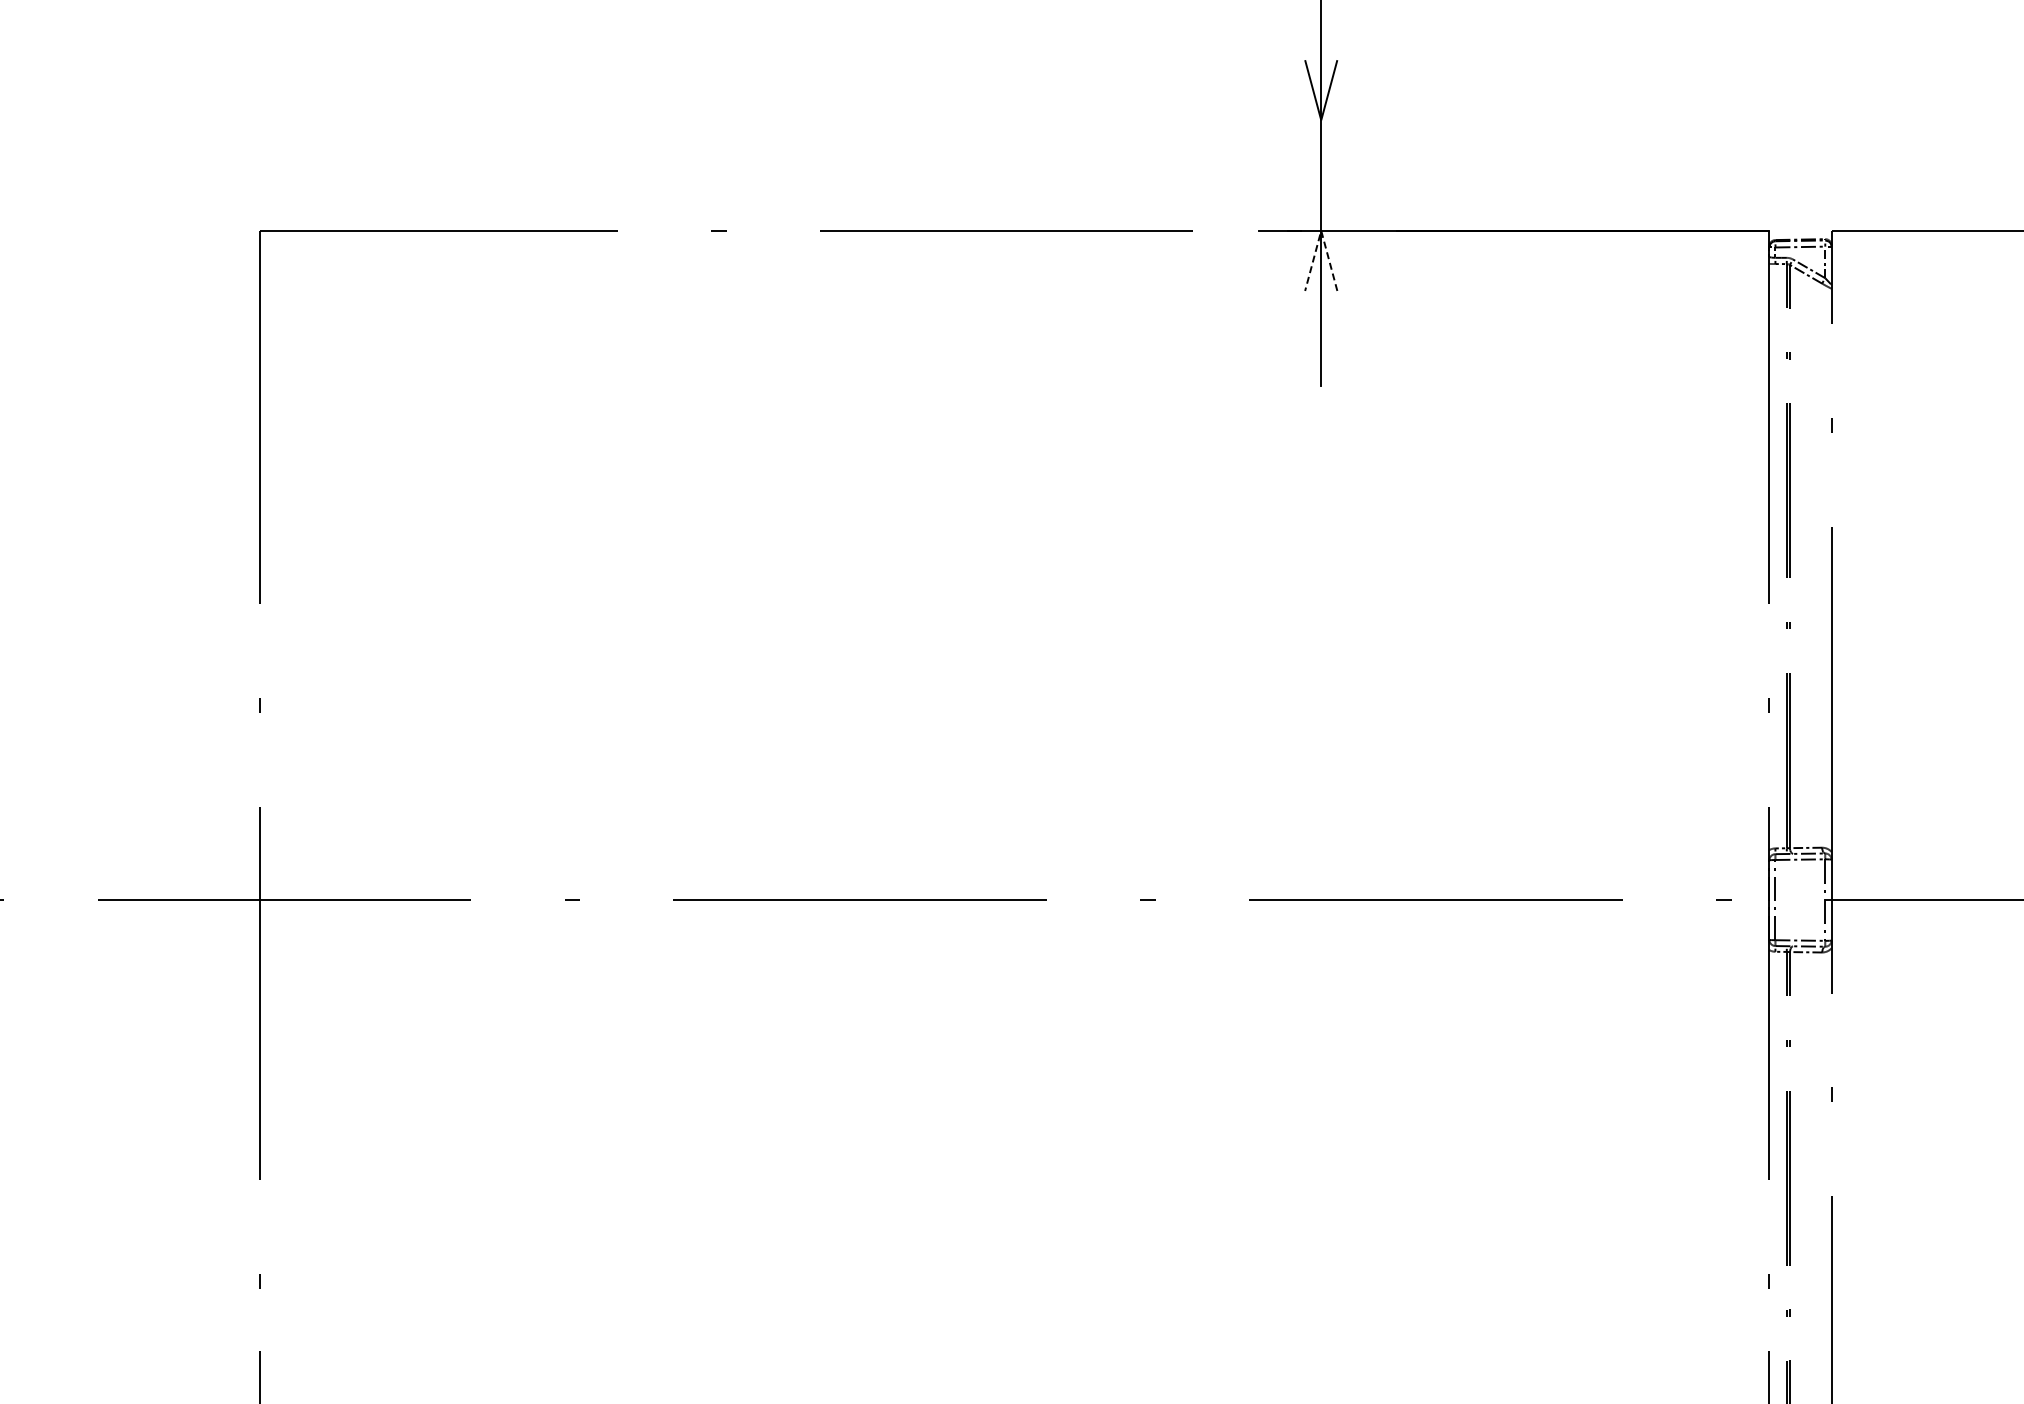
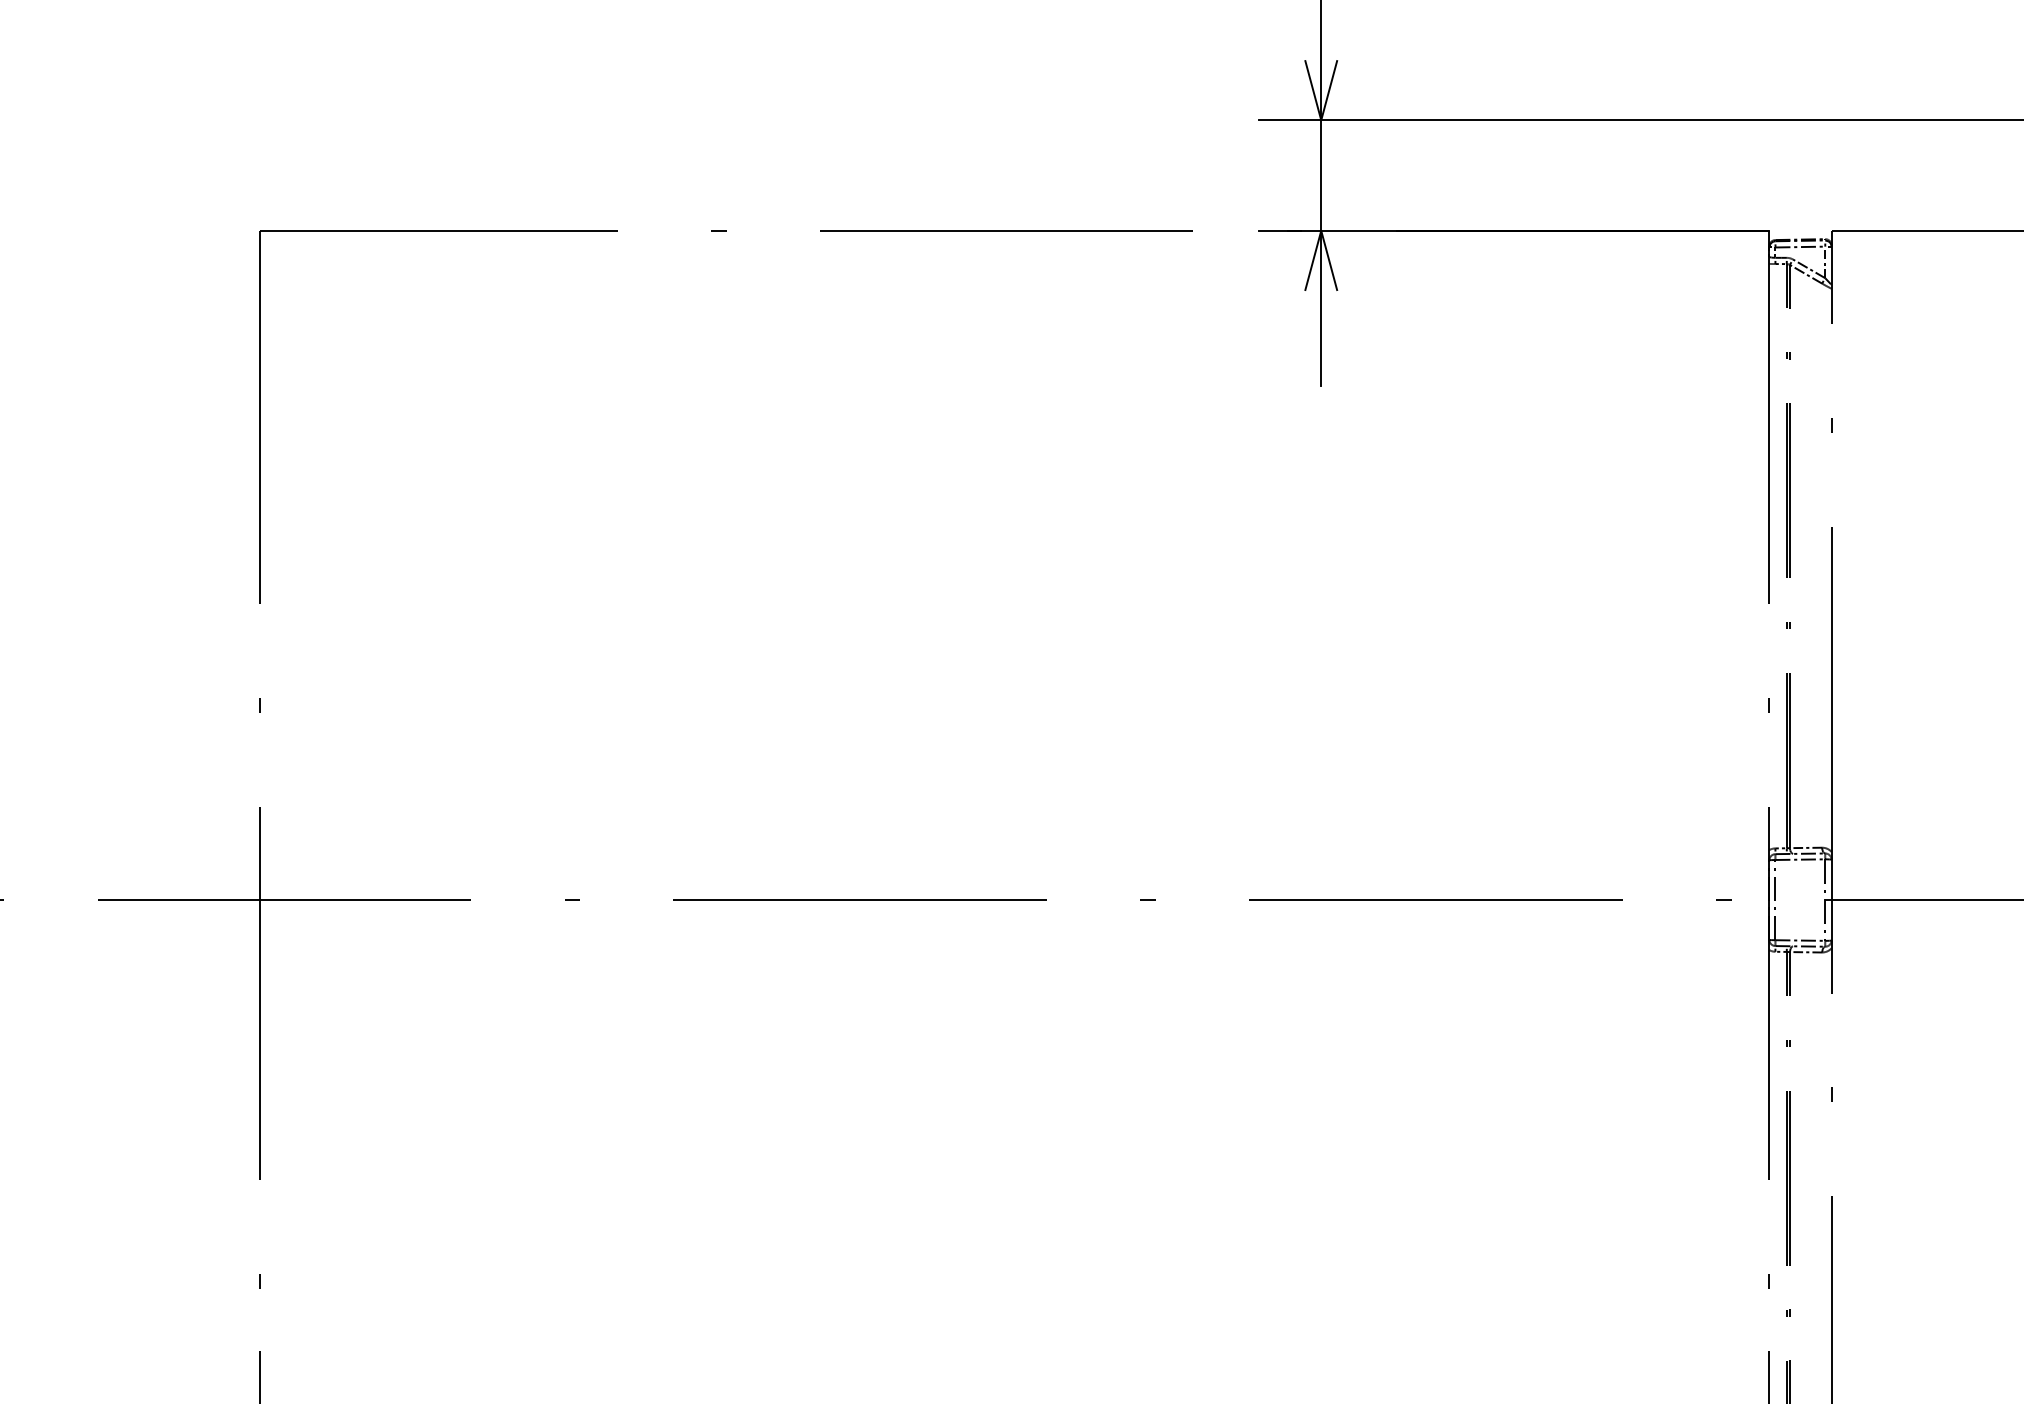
line at (1639, 120): none -> present
line at (1321, 230): dashed -> solid
